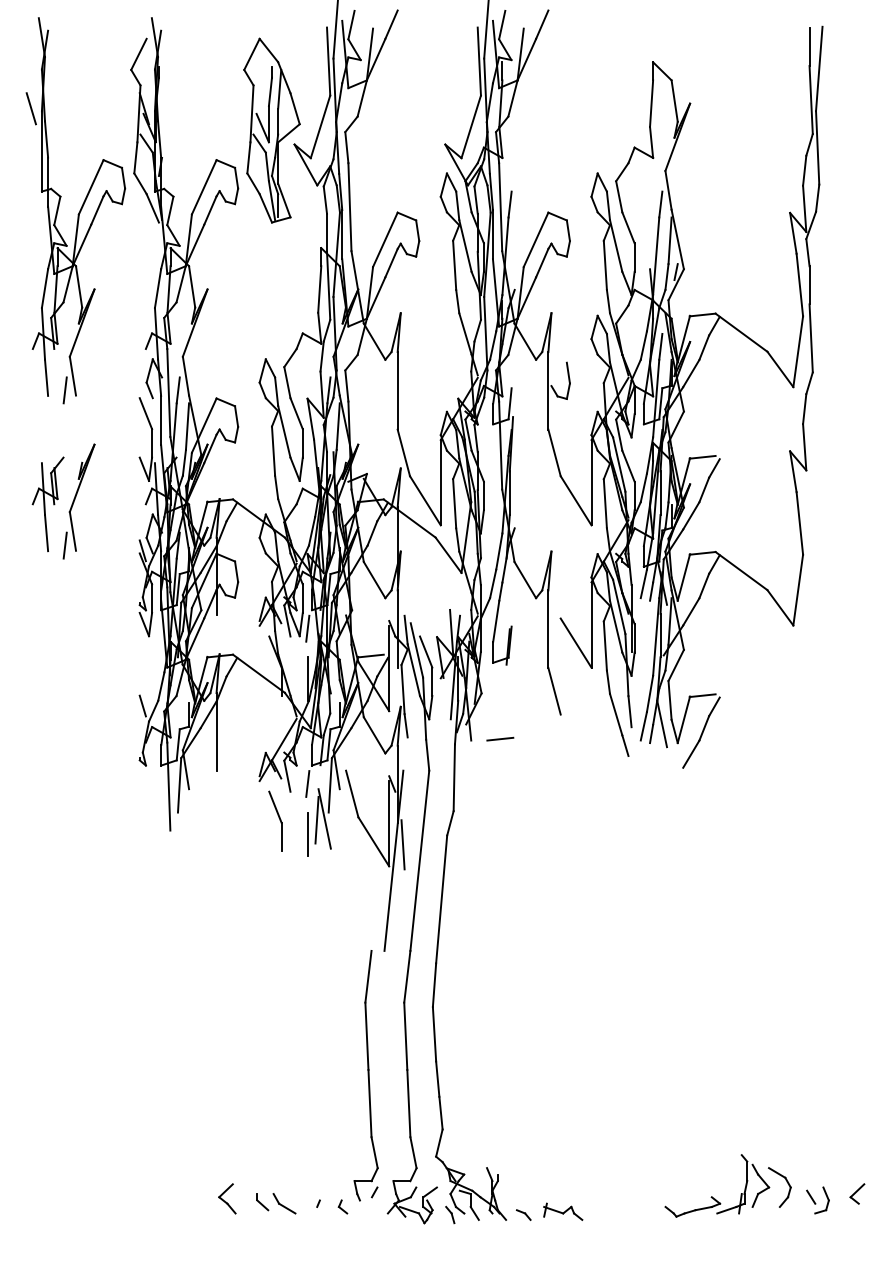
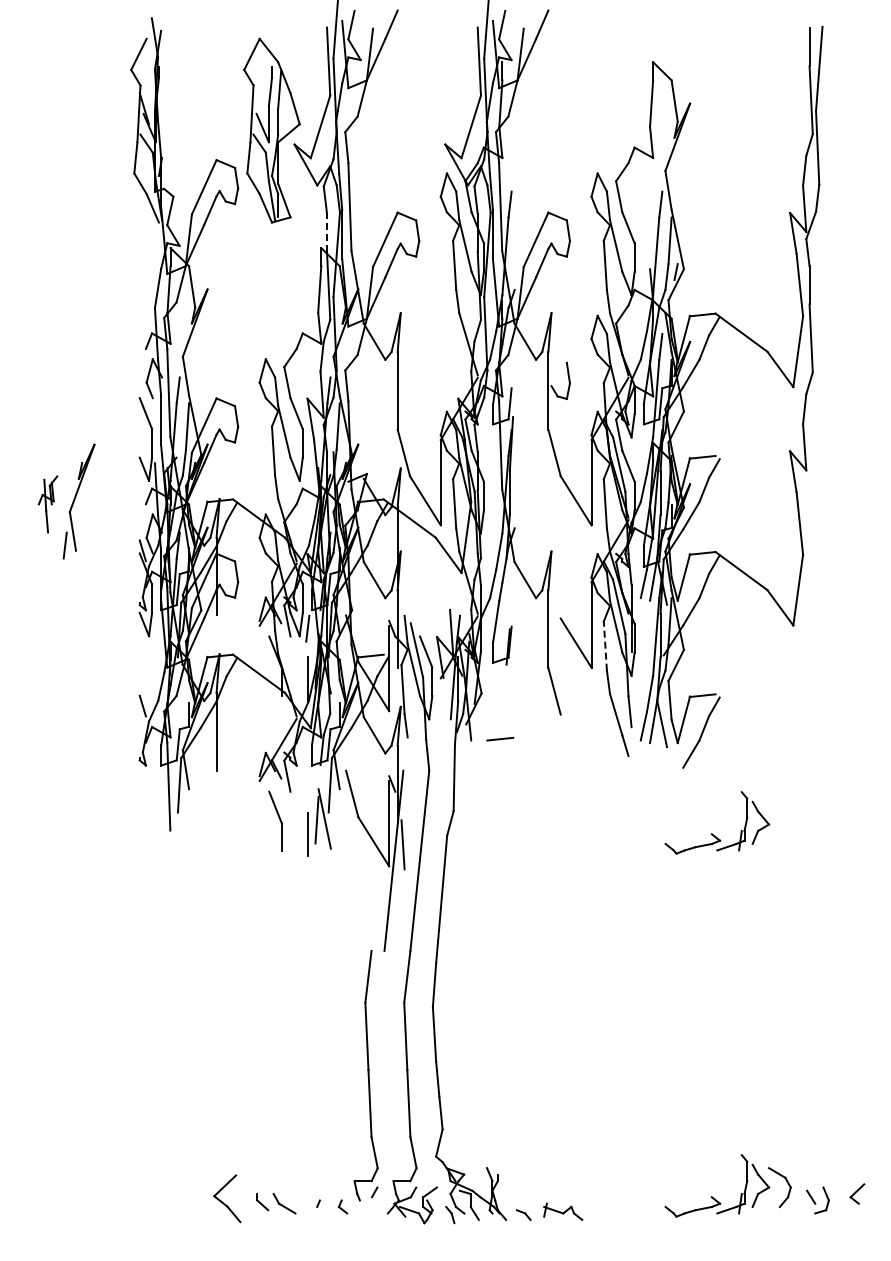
part at (75, 210): present -> none
line at (327, 232): solid -> dashed
part at (47, 504) size: 34x97 px -> 22x59 px
line at (605, 646): solid -> dashed
line at (307, 783): present -> none
part at (712, 833): none -> present
part at (227, 1198) size: 19x32 px -> 29x50 px
